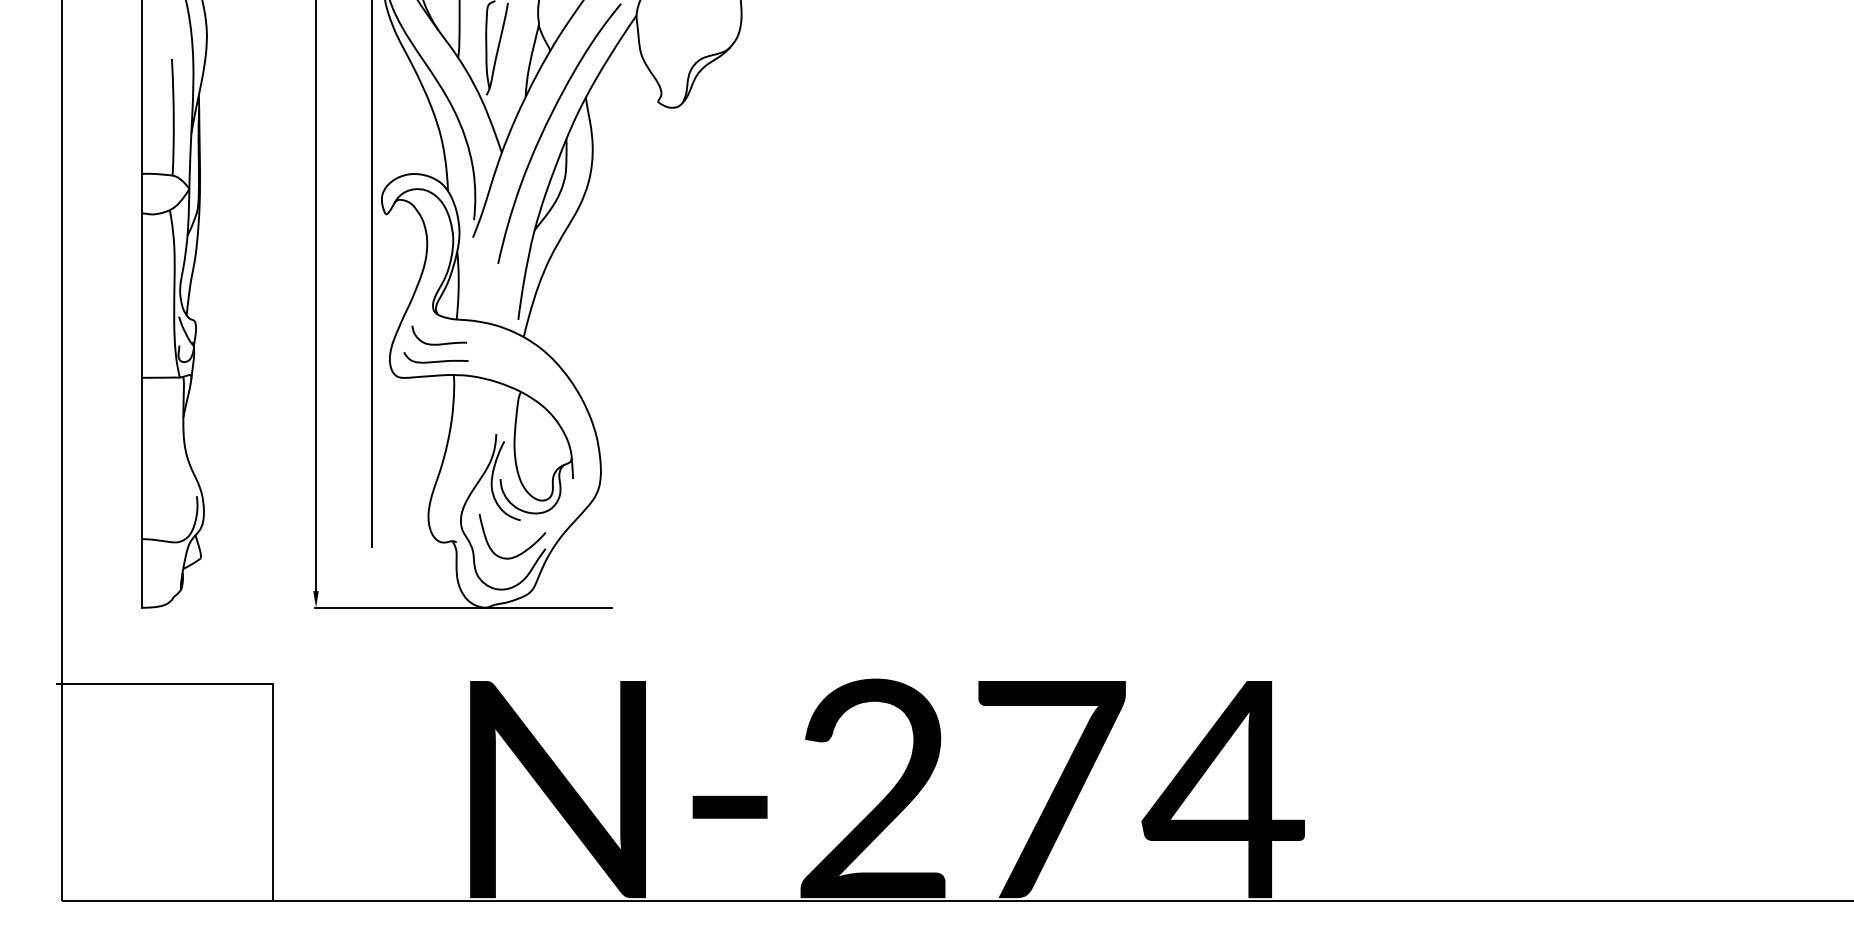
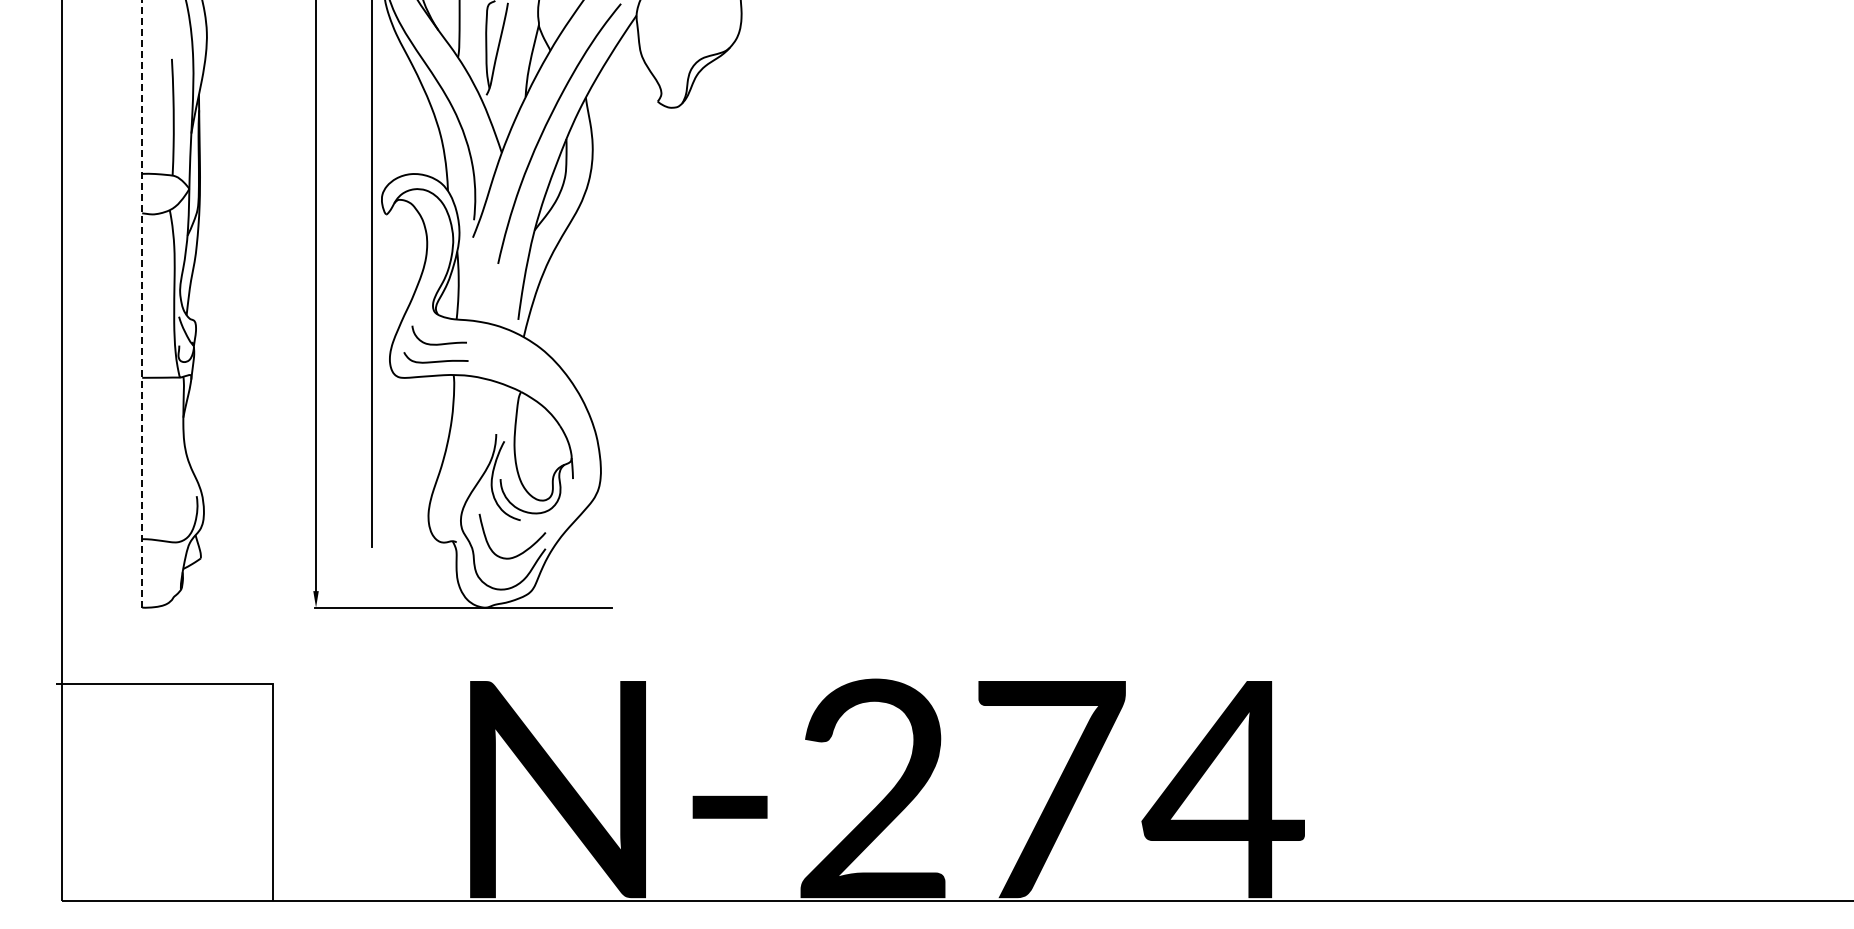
line at (142, 303): solid -> dashed
